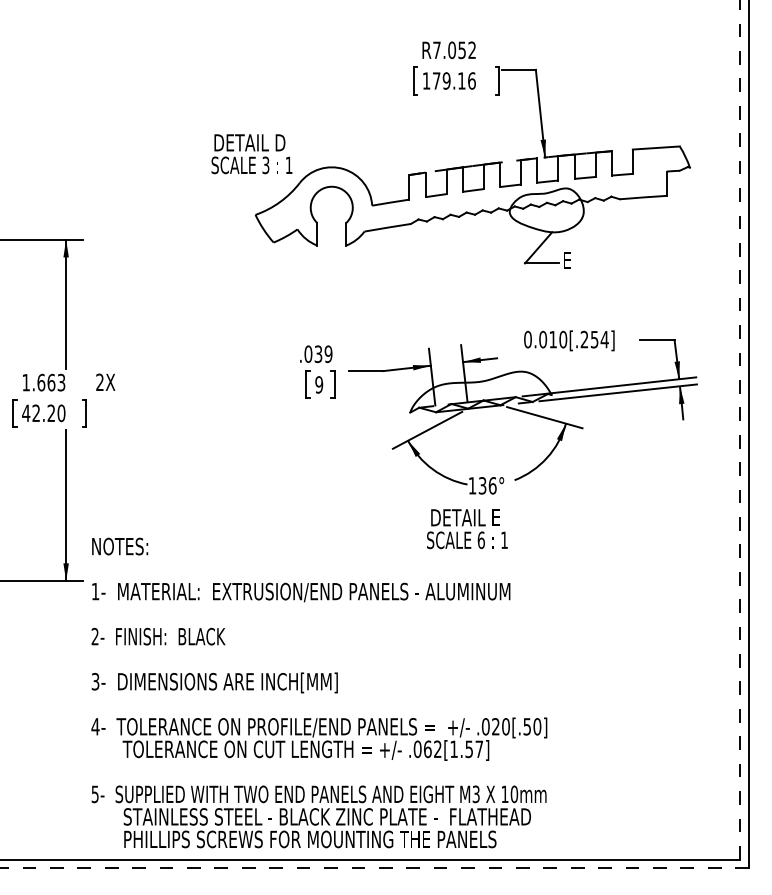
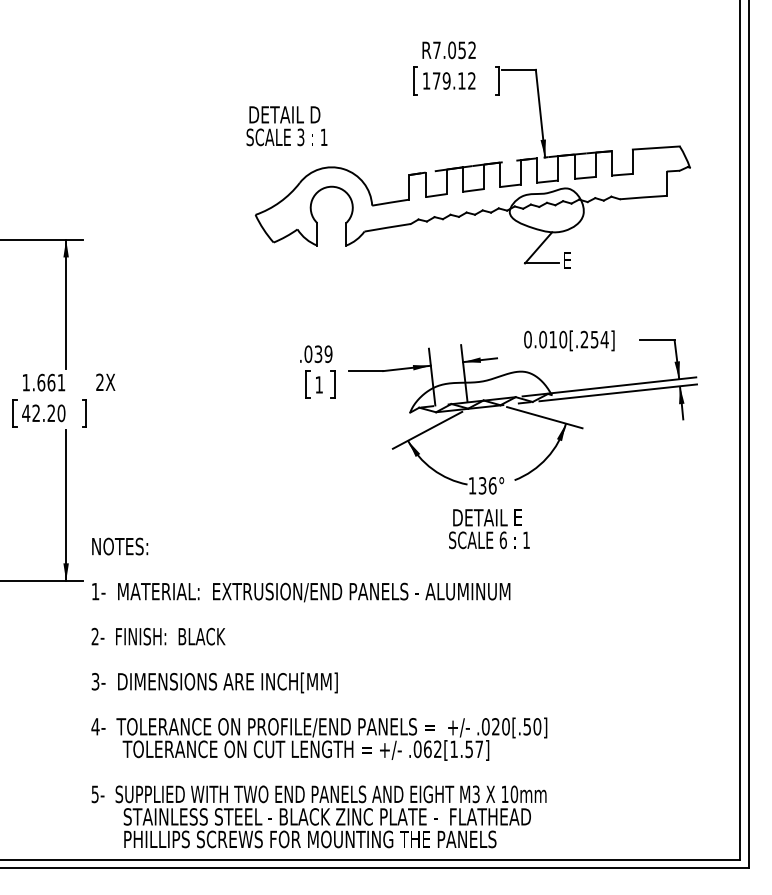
text at (471, 80): 179.16 -> 179.12
text at (251, 154) position: (251, 154) -> (286, 126)
text at (61, 382): 1.663 -> 1.661
text at (319, 384): 9 -> 1
line at (740, 429): dashed -> solid
text at (467, 529) position: (467, 529) -> (489, 529)
line at (374, 868): dashed -> solid
